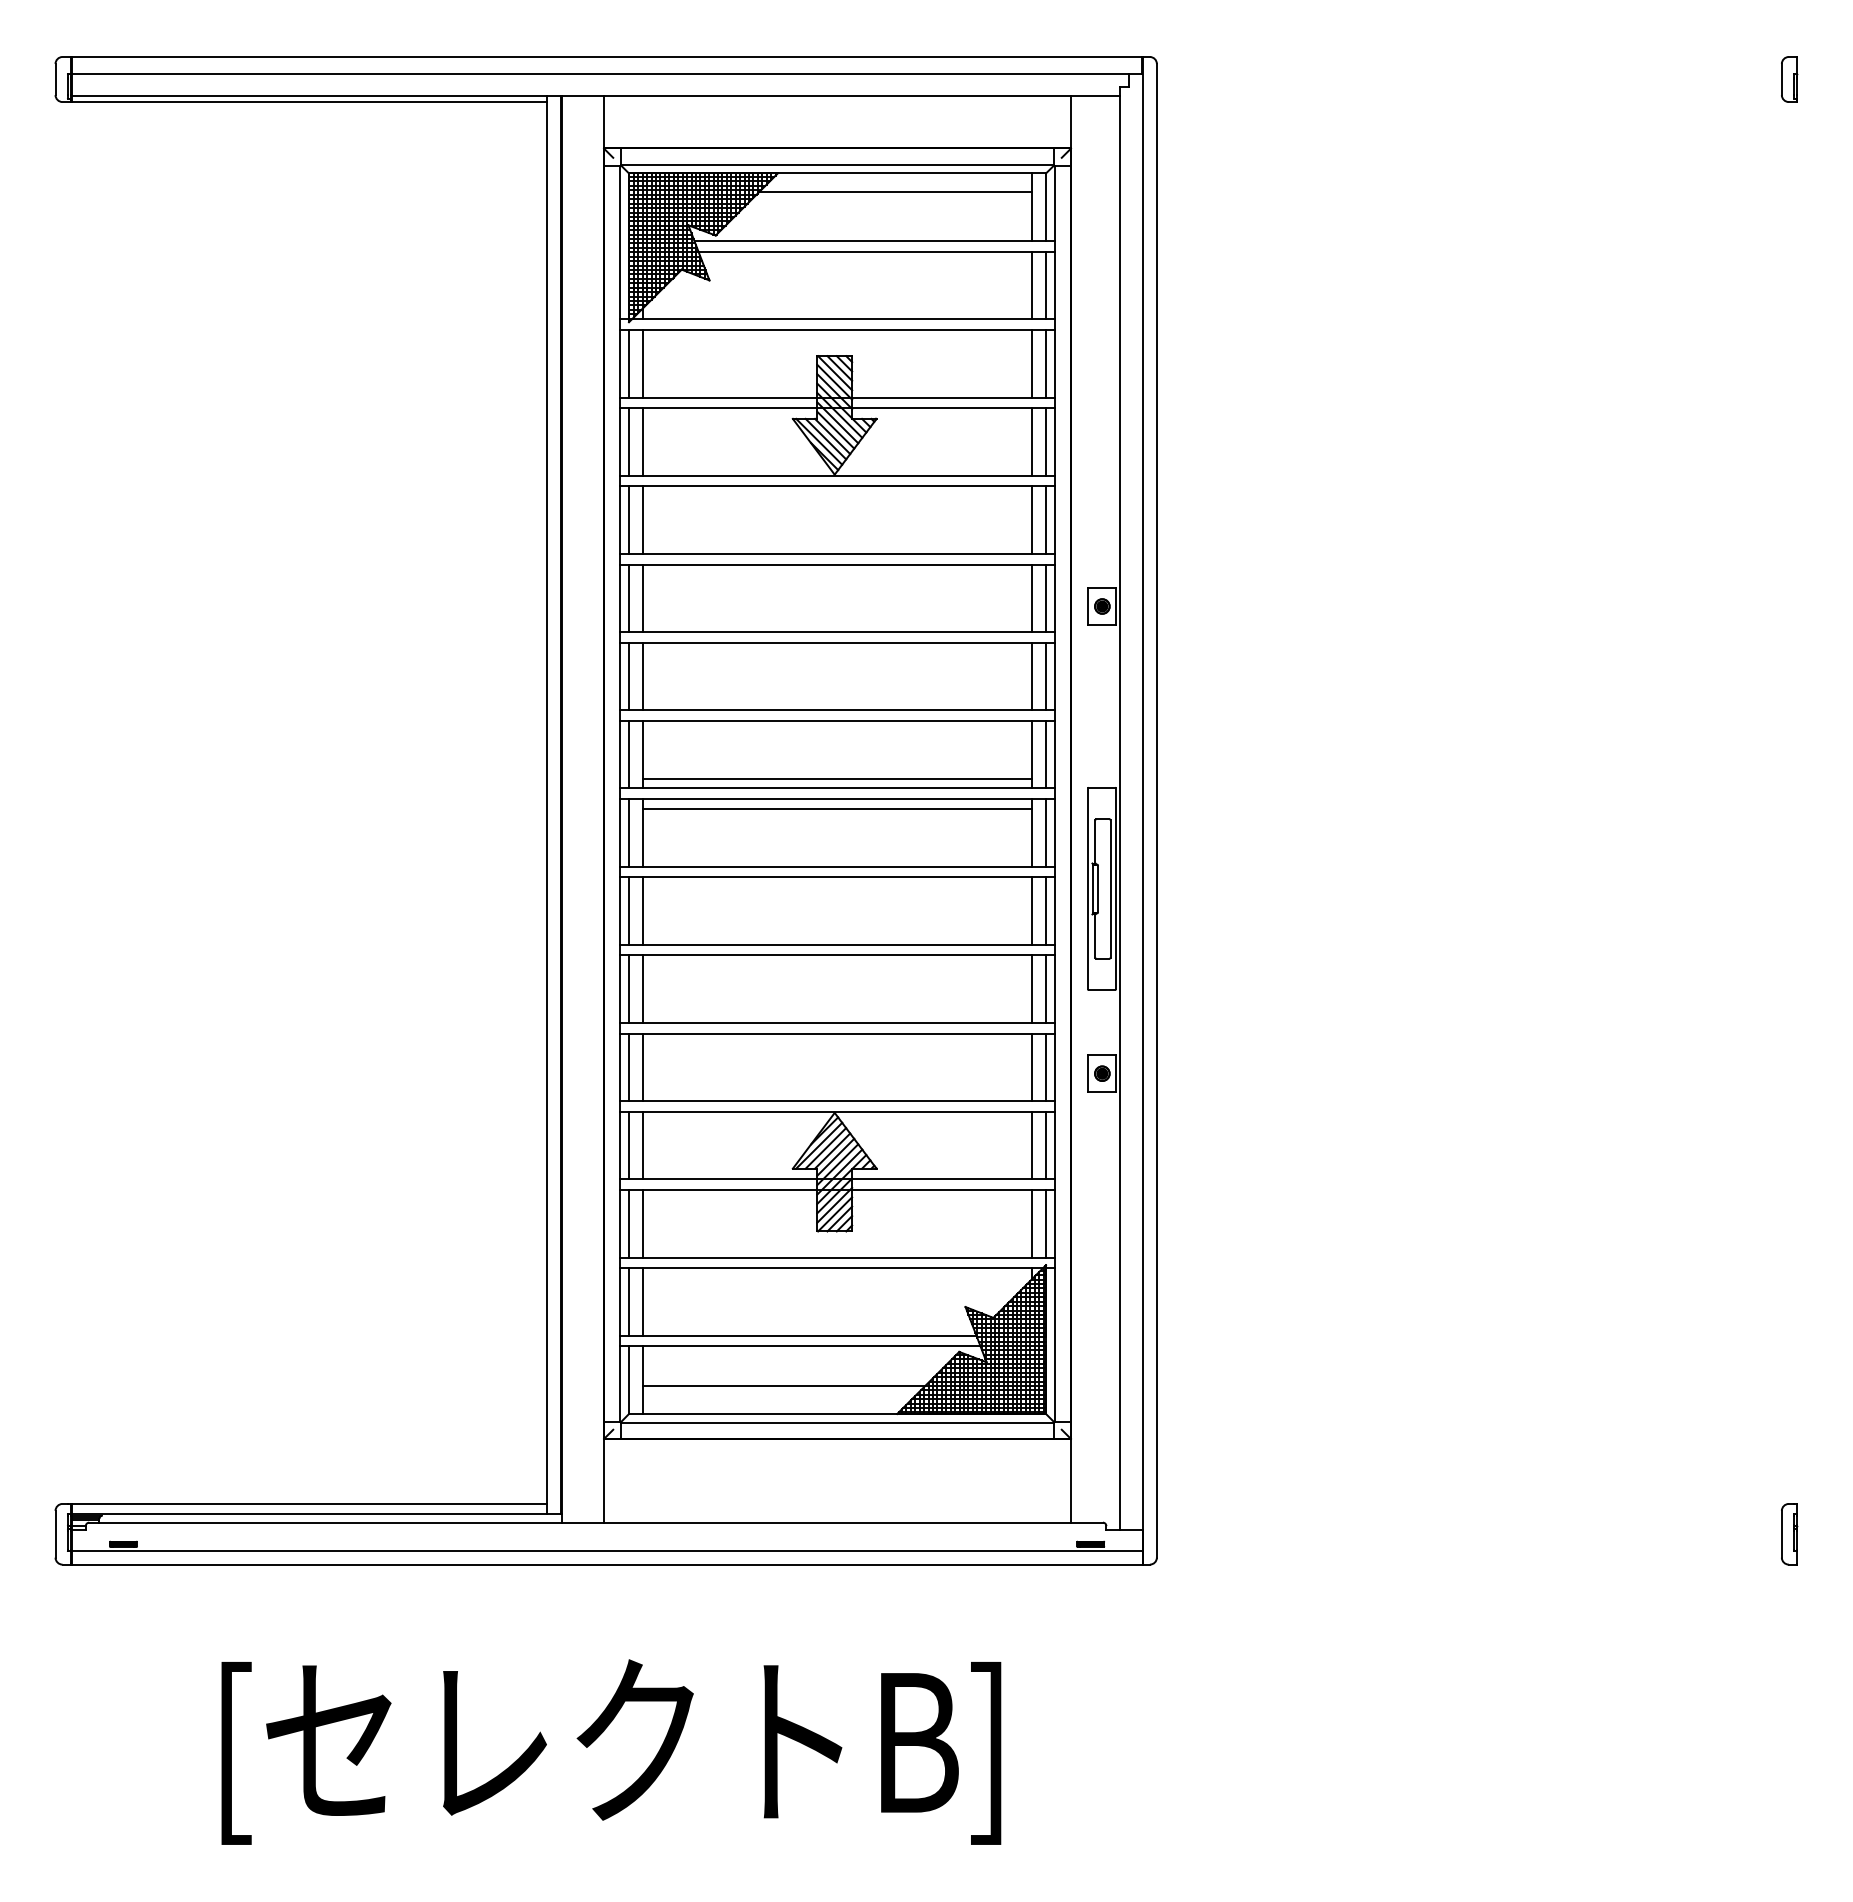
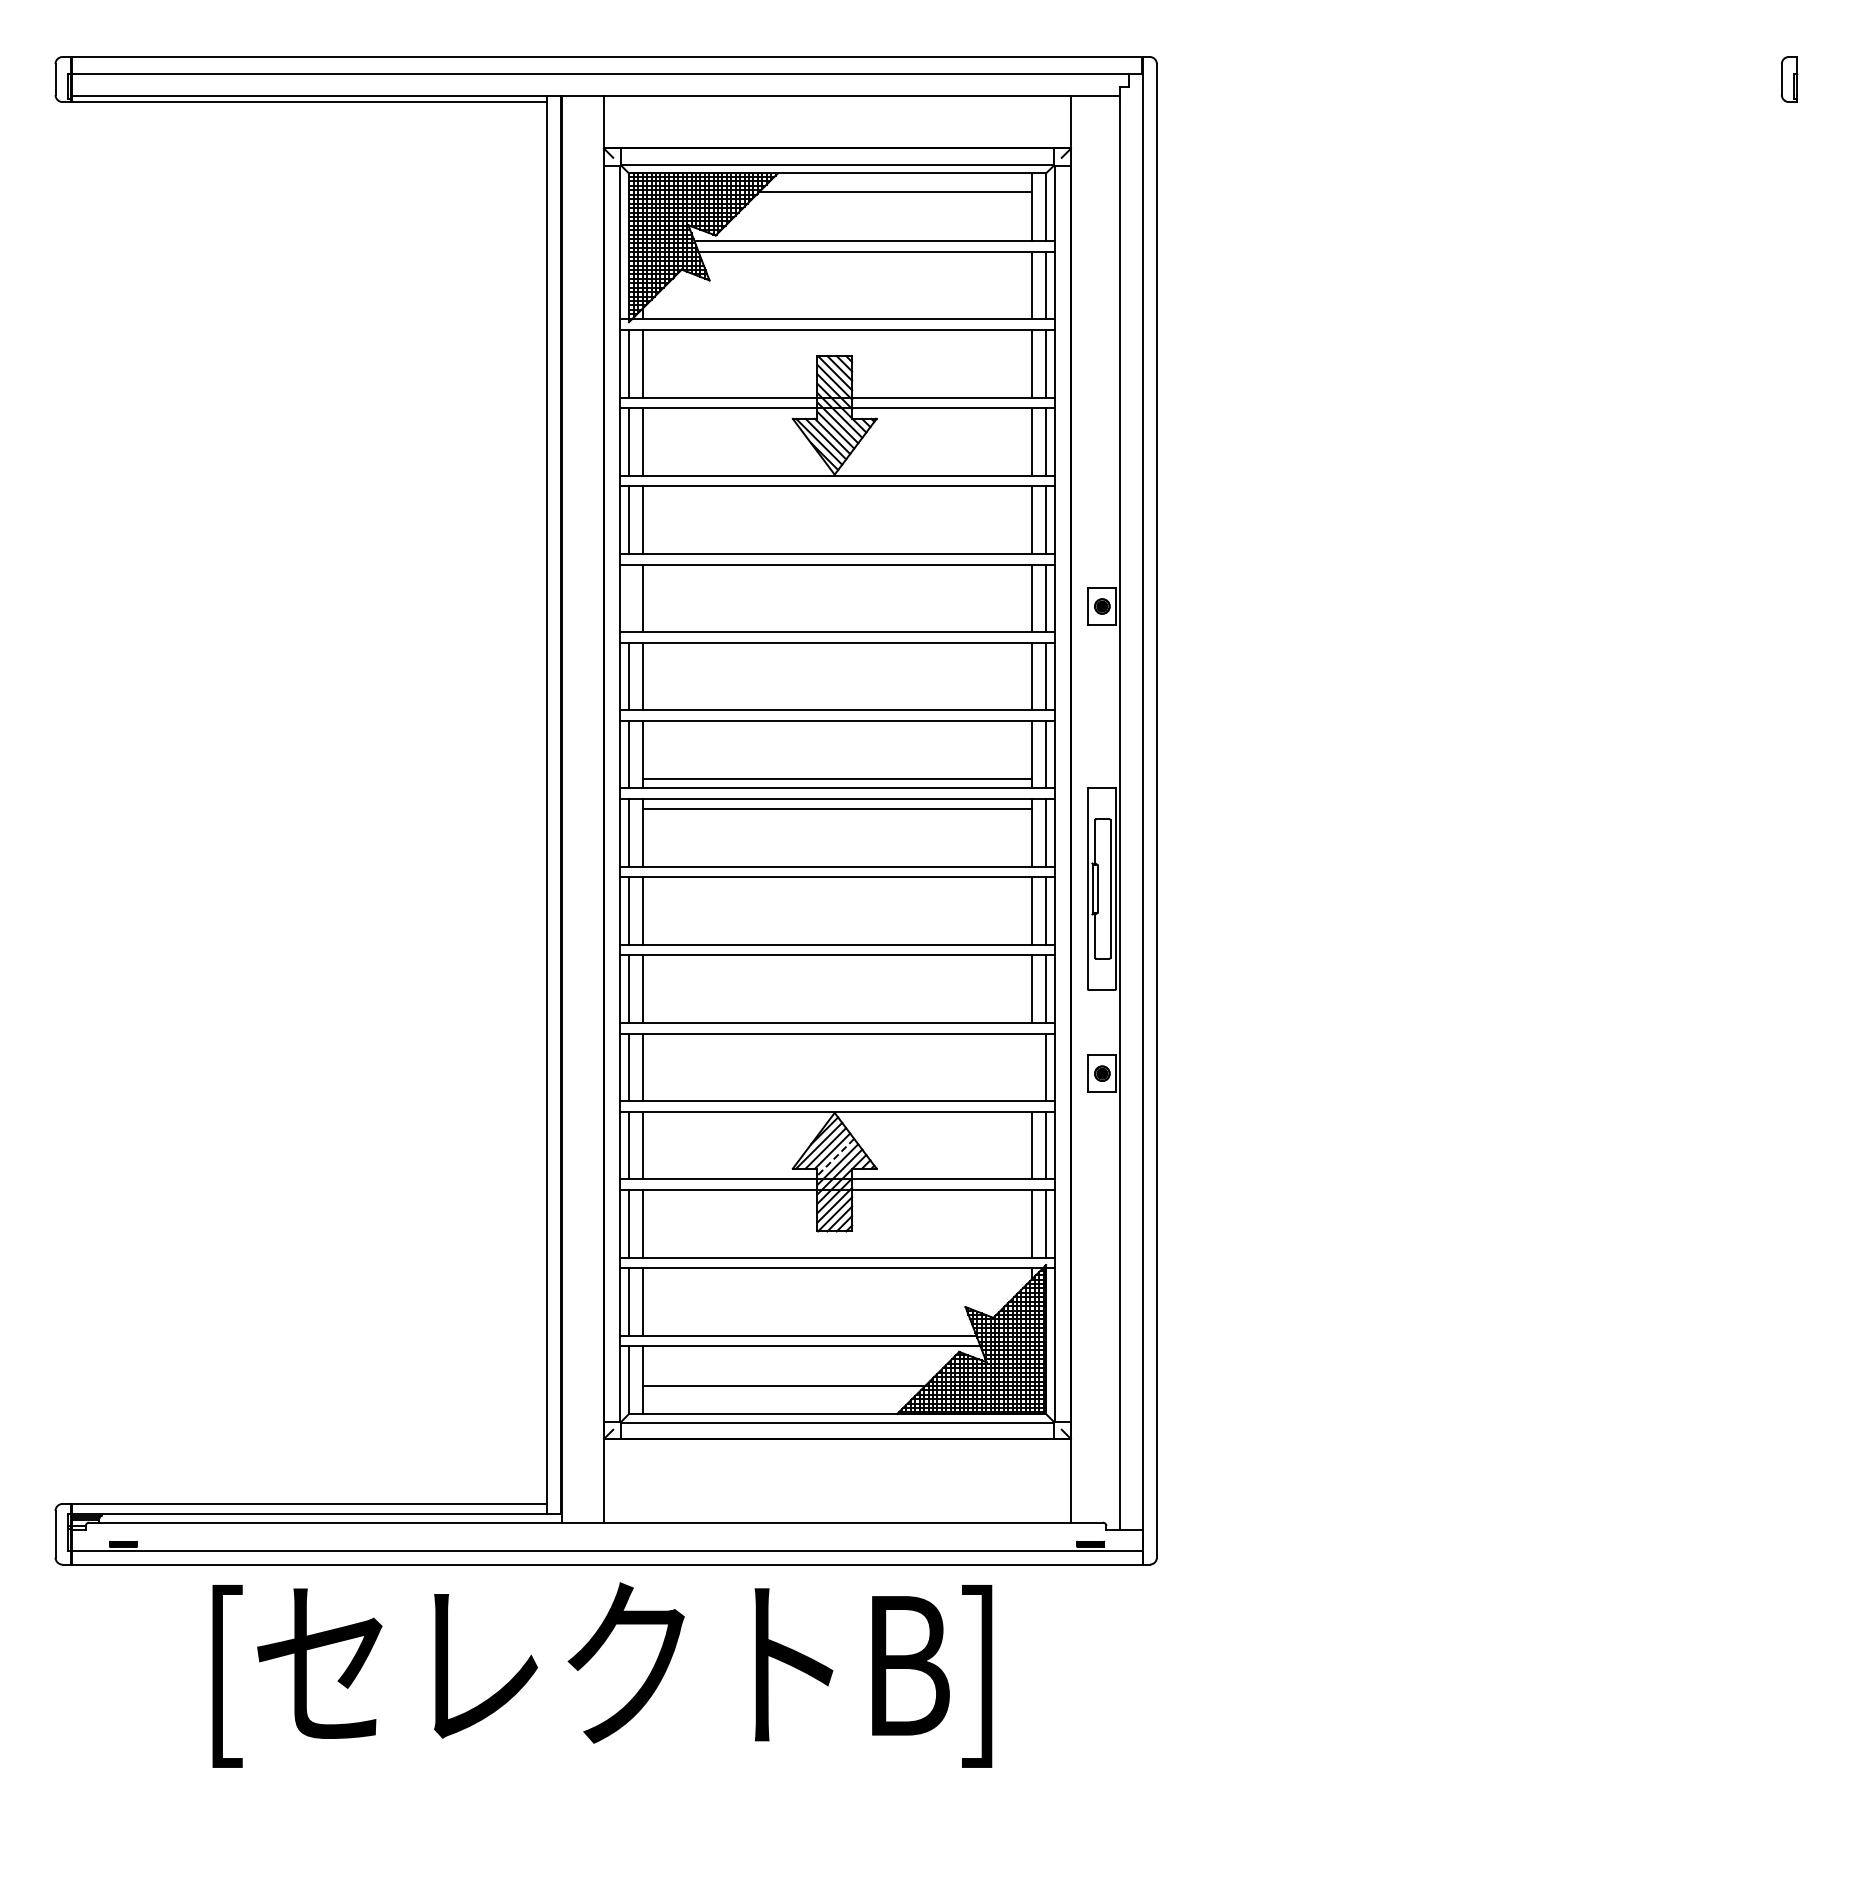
line at (629, 598): present -> none
line at (1032, 1067): present -> none
line at (835, 1157): solid -> dashed
part at (1789, 1534): present -> none
text at (611, 1751) position: (611, 1751) -> (602, 1674)
